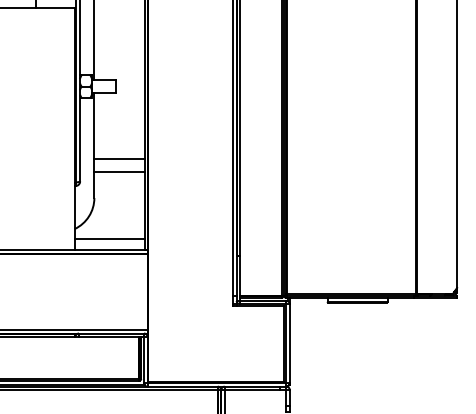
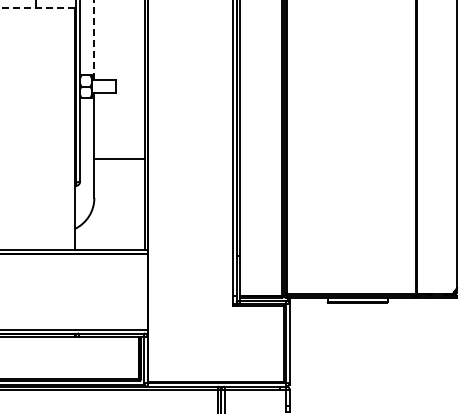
line at (37, 7): solid -> dashed
line at (94, 39): solid -> dashed
line at (119, 172): present -> none
line at (109, 239): present -> none
